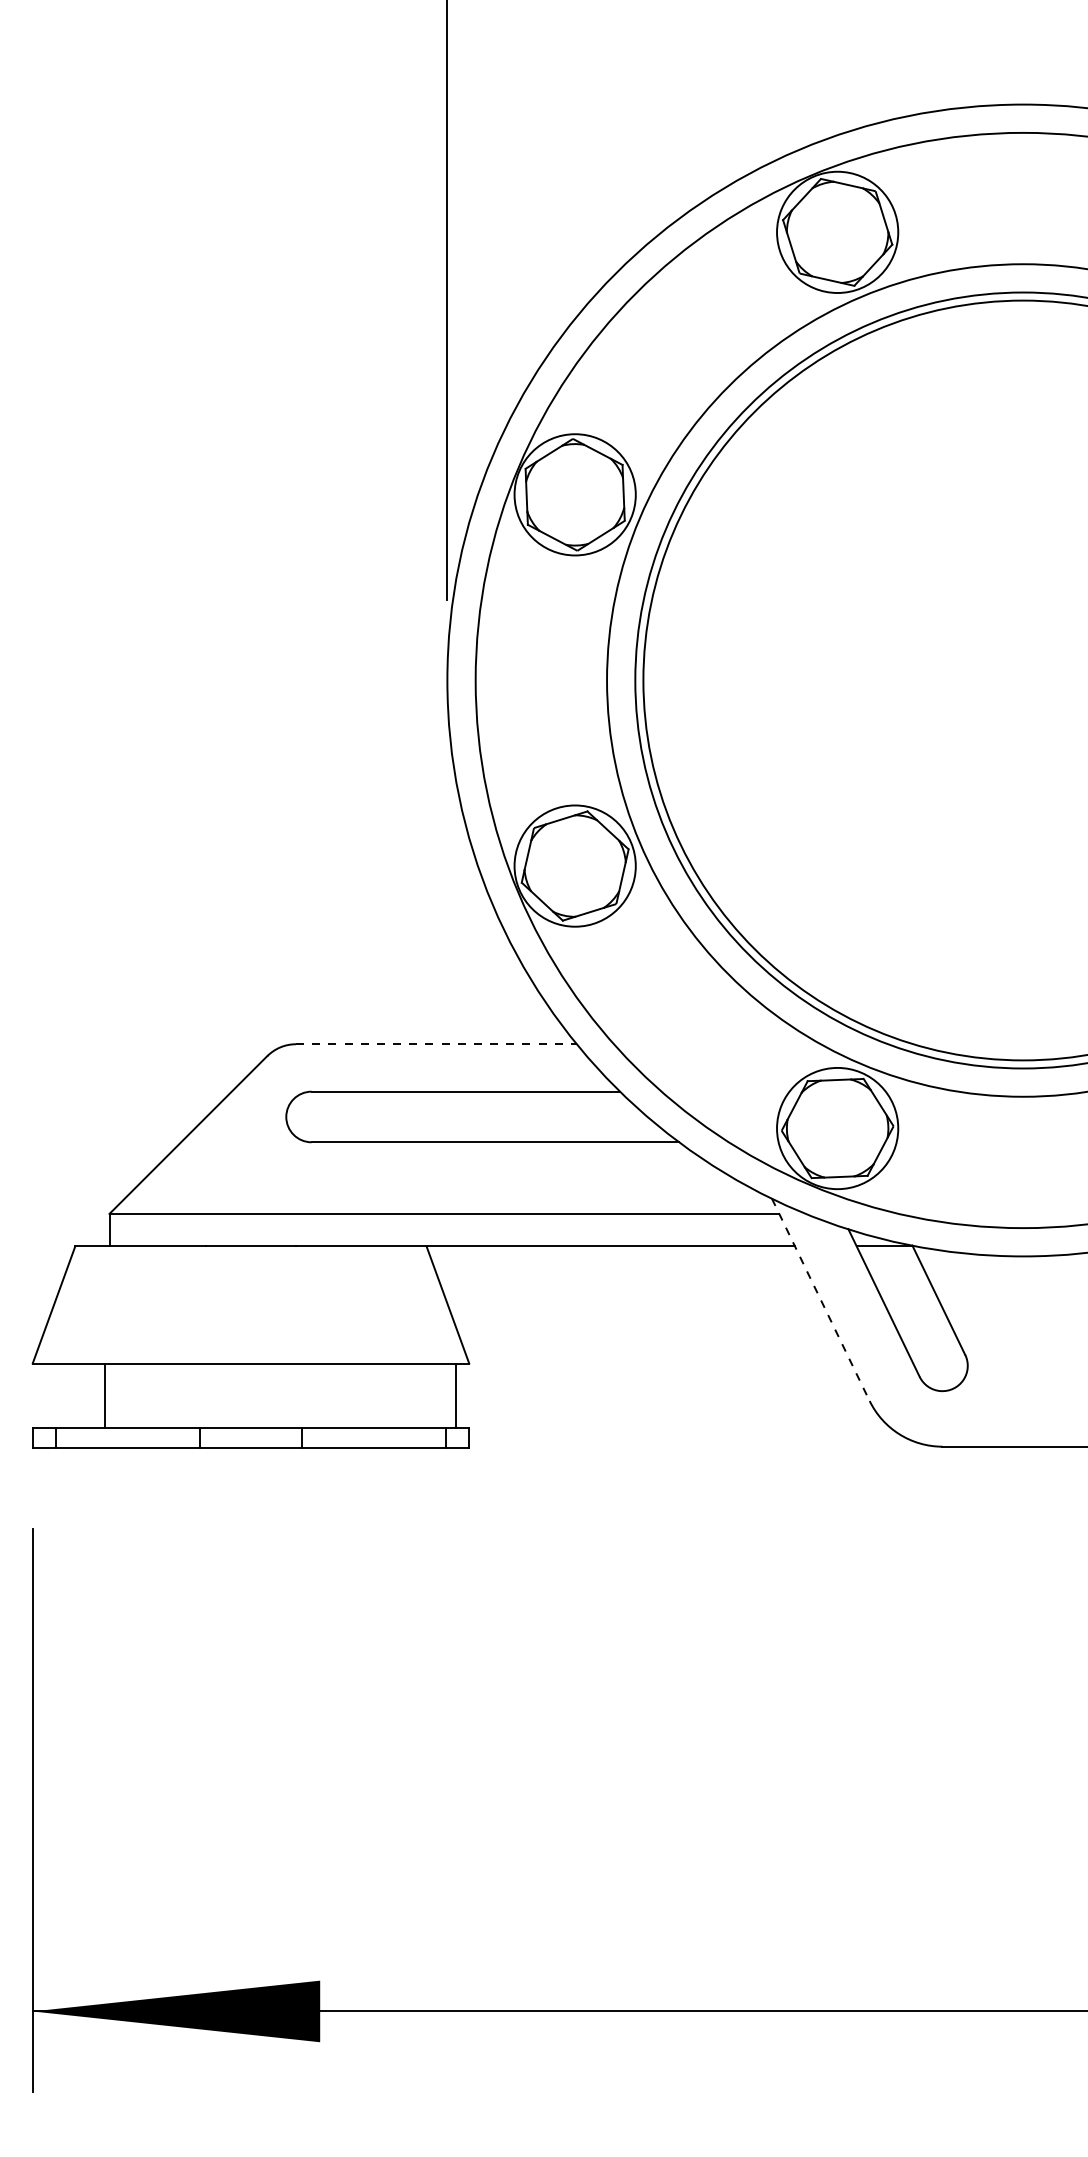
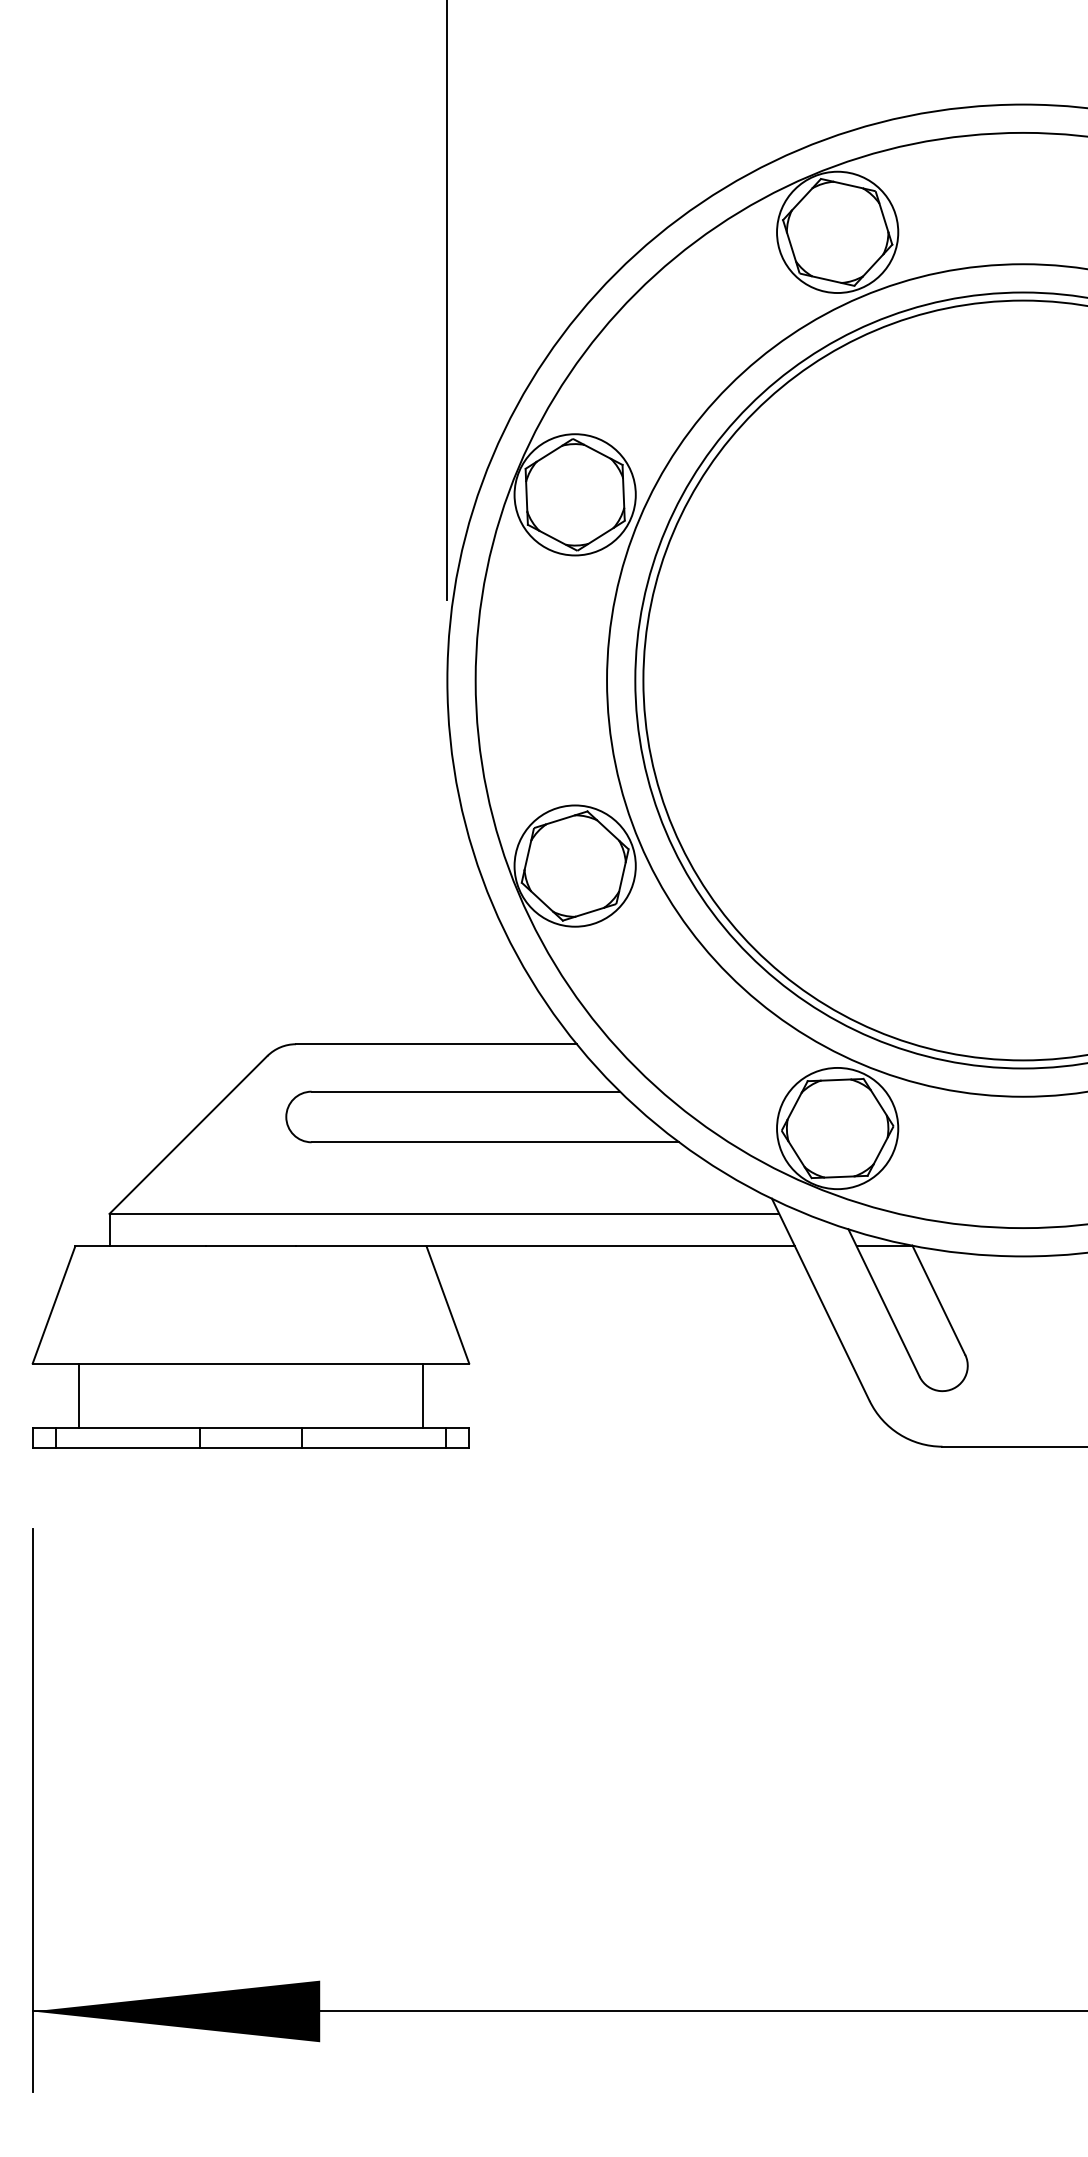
line at (436, 1044): dashed -> solid
line at (821, 1300): dashed -> solid
line at (105, 1395) position: (105, 1395) -> (79, 1395)
line at (455, 1395) position: (455, 1395) -> (422, 1395)
